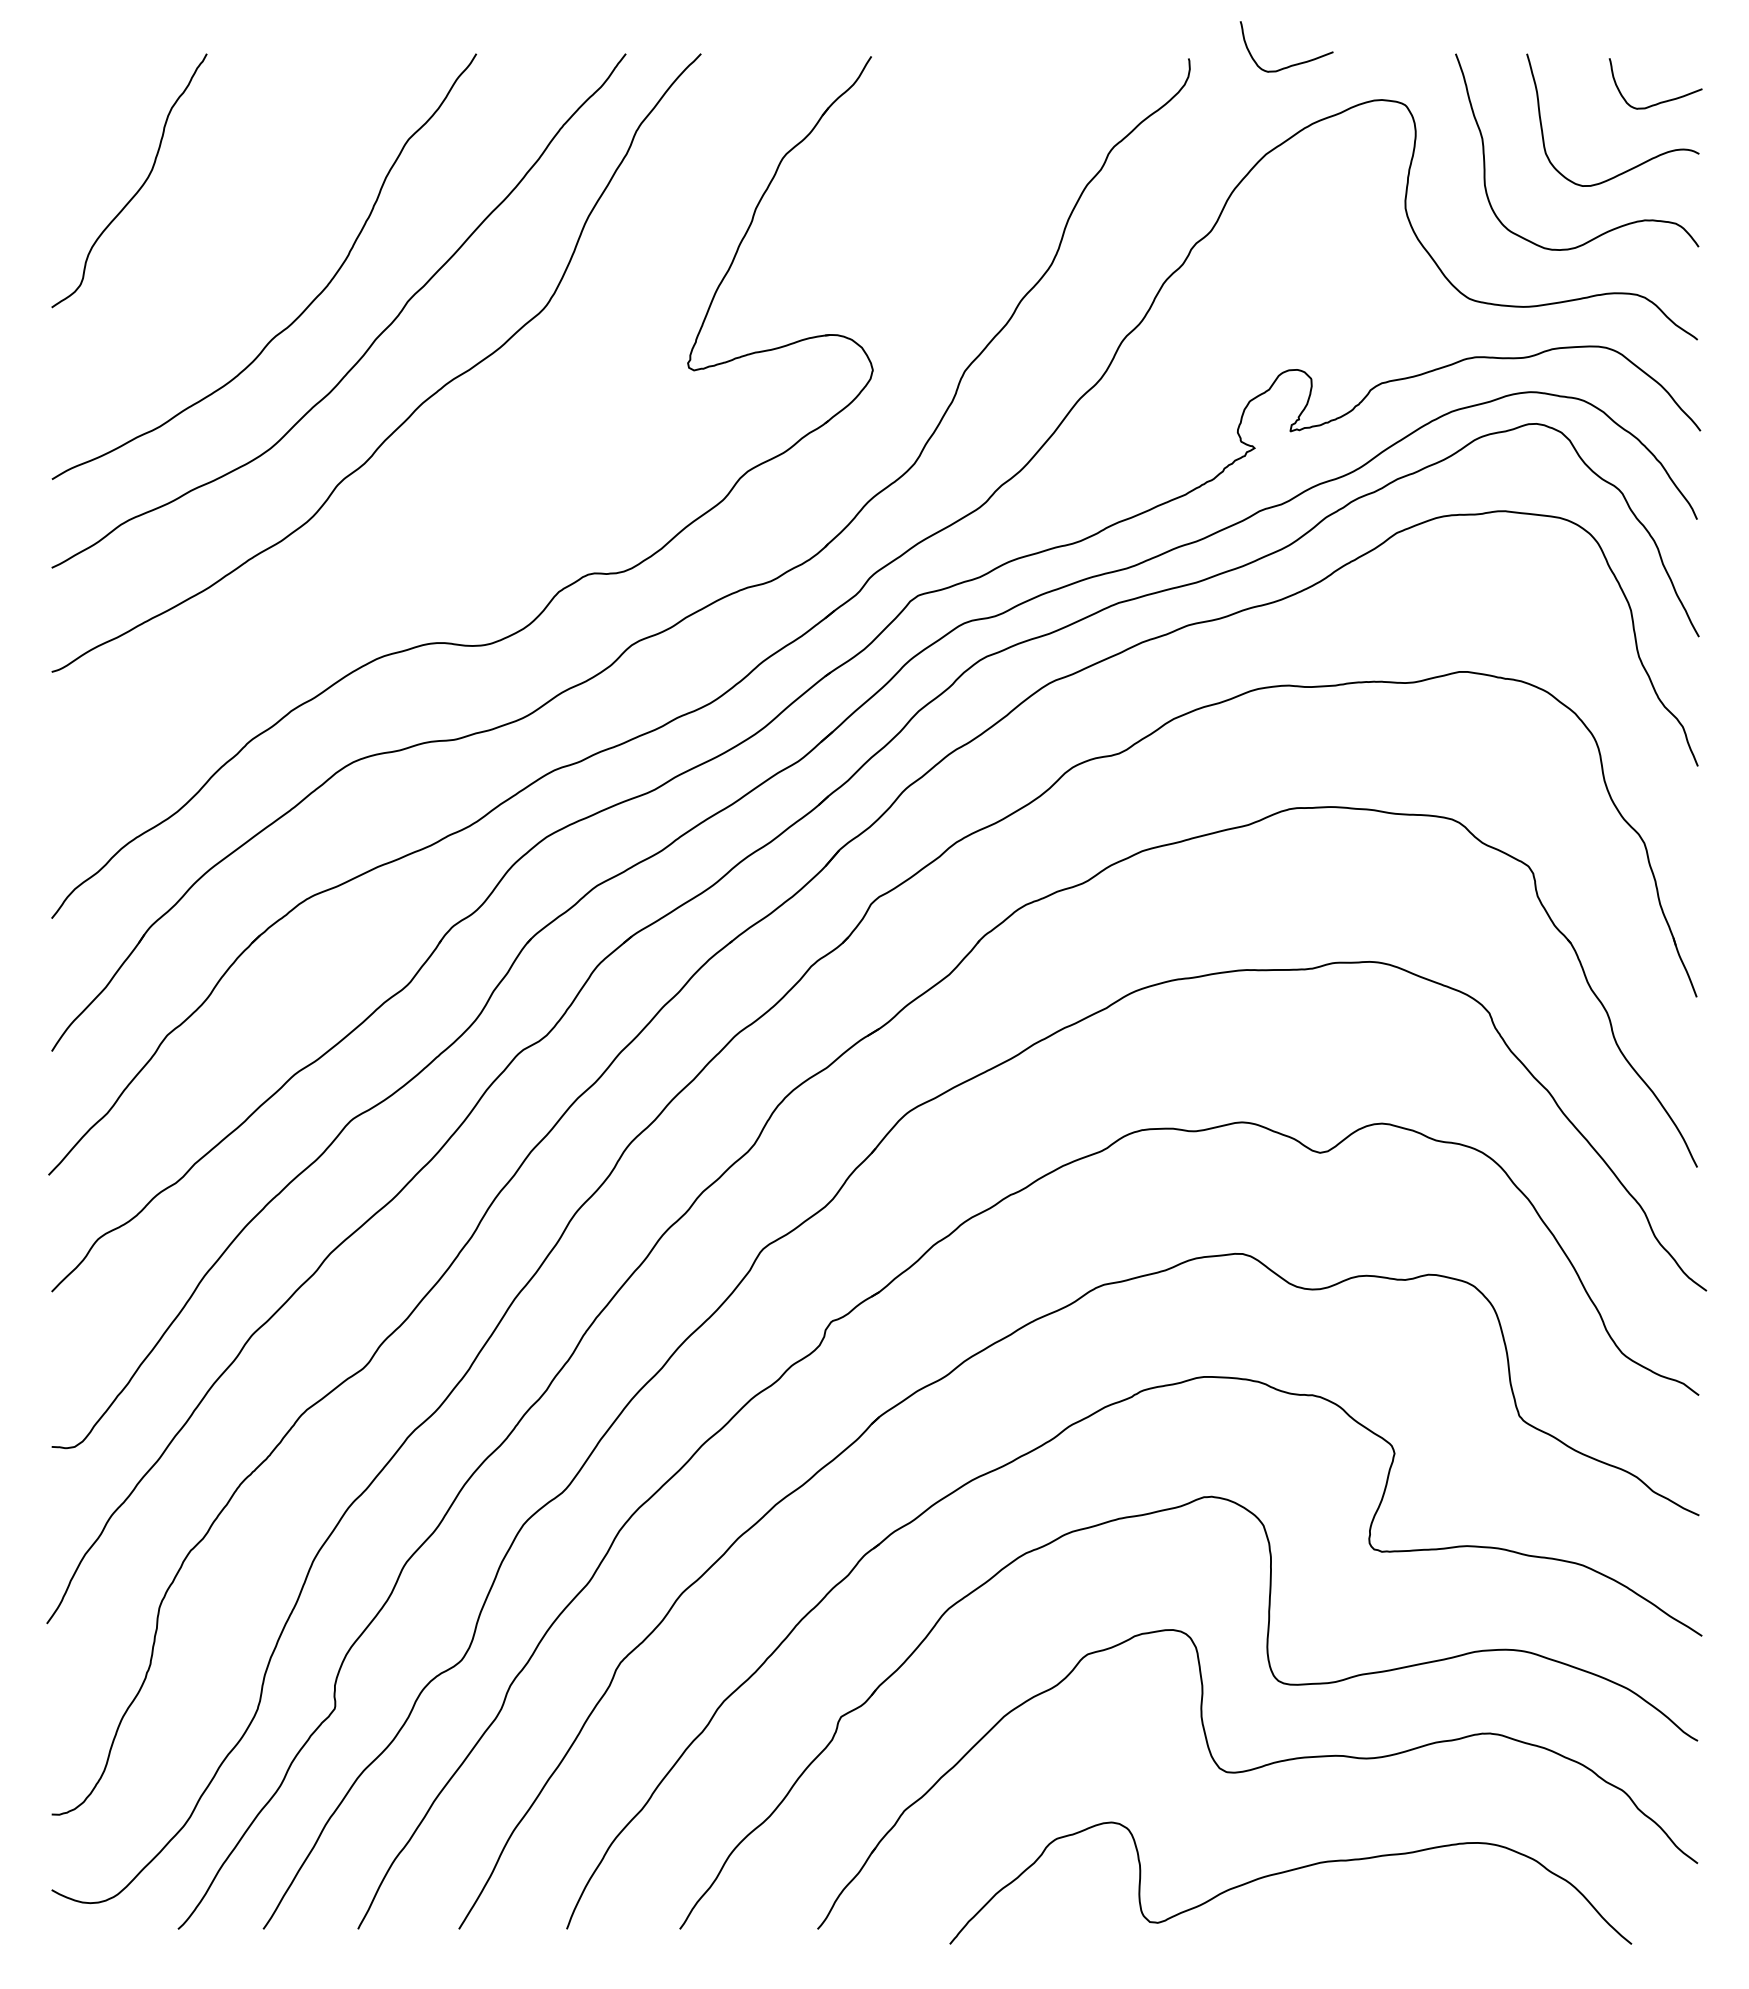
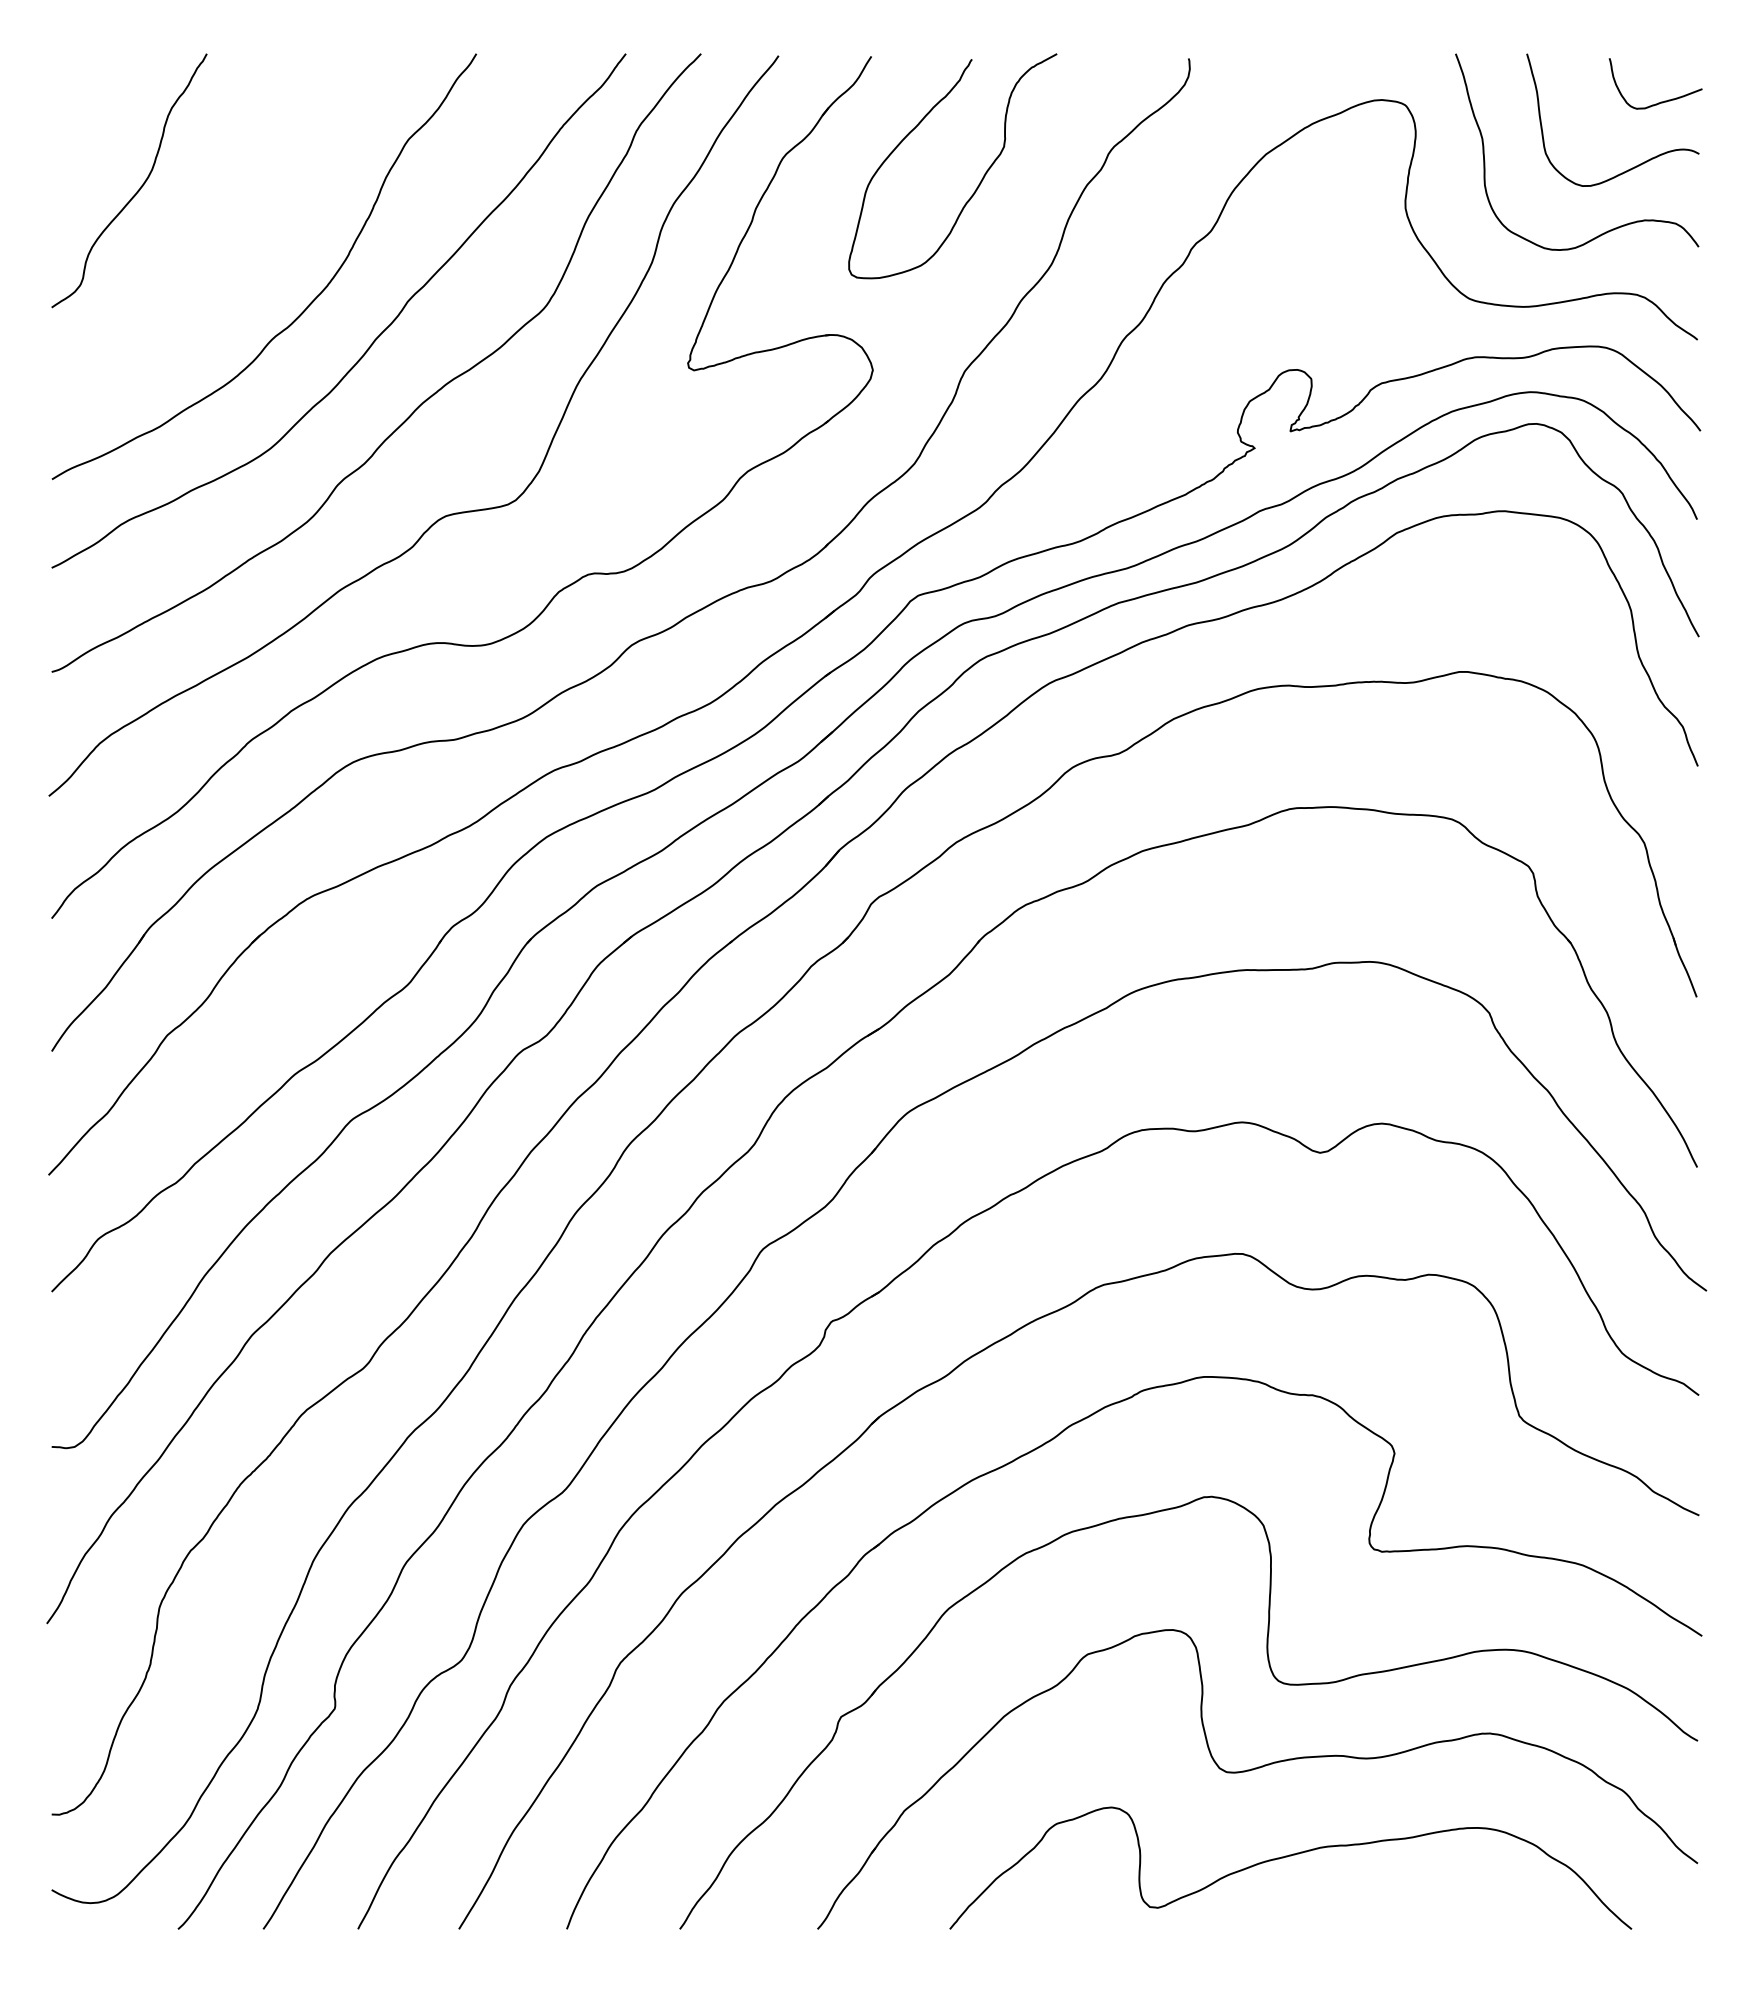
curve at (1292, 64): present -> none
curve at (980, 180): none -> present
curve at (444, 515): none -> present
curve at (1287, 1872) position: (1287, 1872) -> (1287, 1857)
